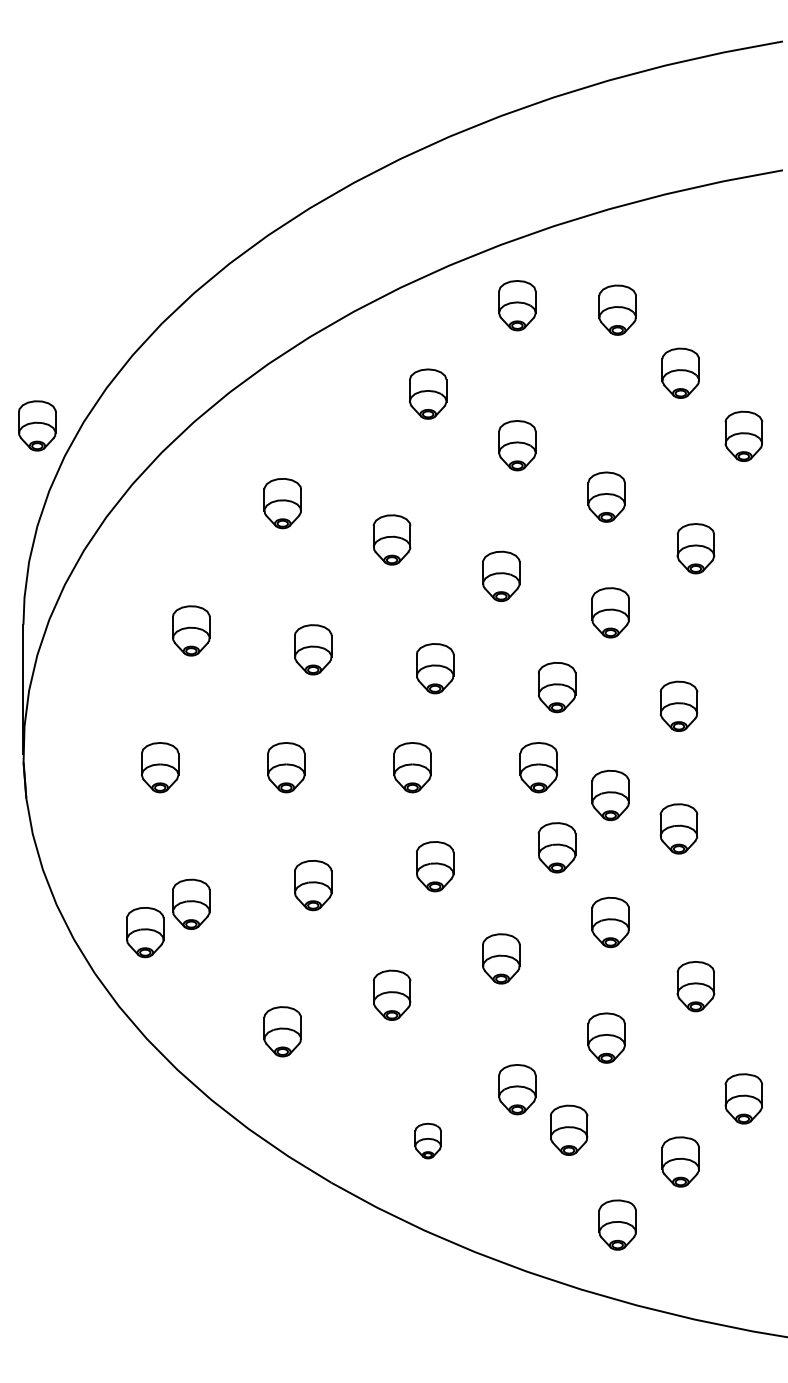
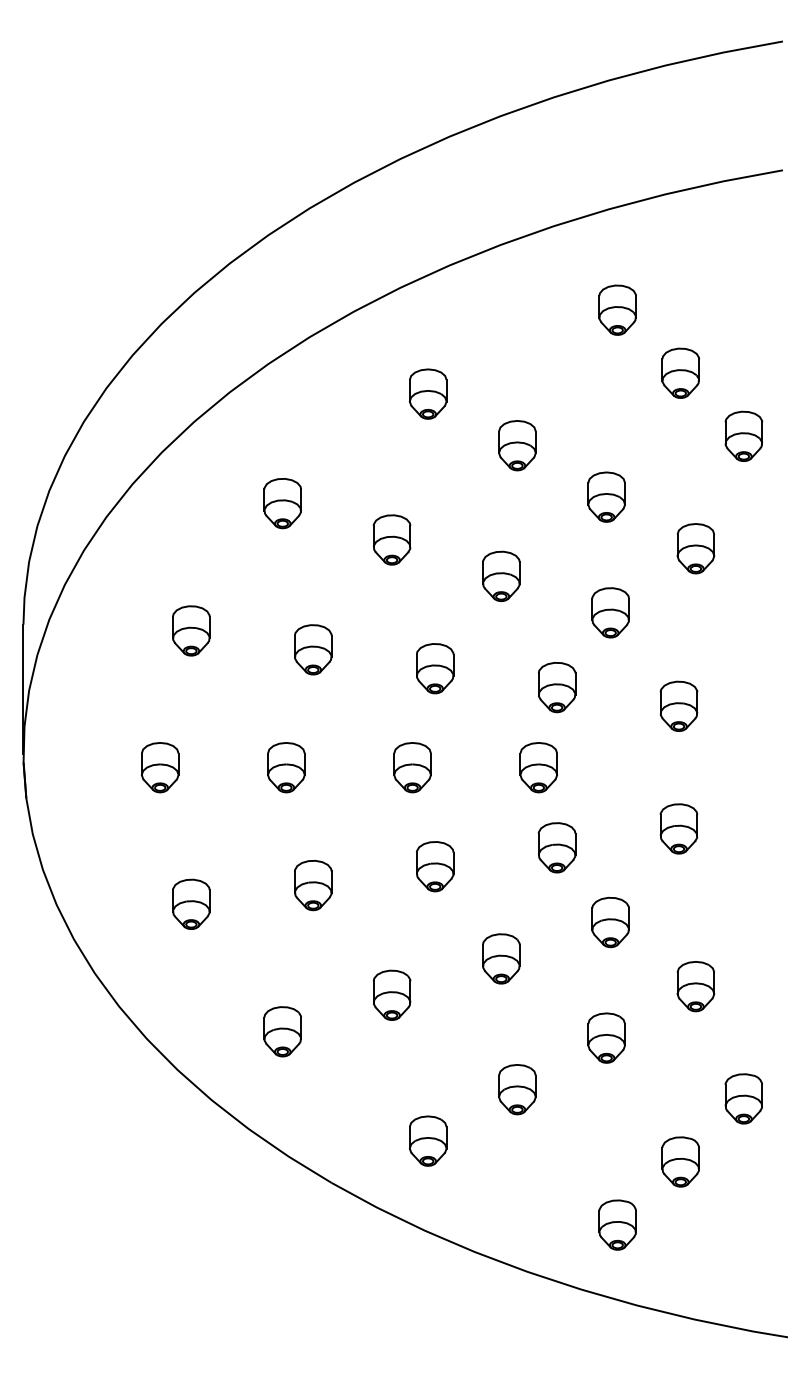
part at (517, 305): present -> none
part at (37, 425): present -> none
part at (610, 795): present -> none
part at (145, 932): present -> none
part at (568, 1129): present -> none
part at (427, 1140) size: 28x38 px -> 40x52 px
